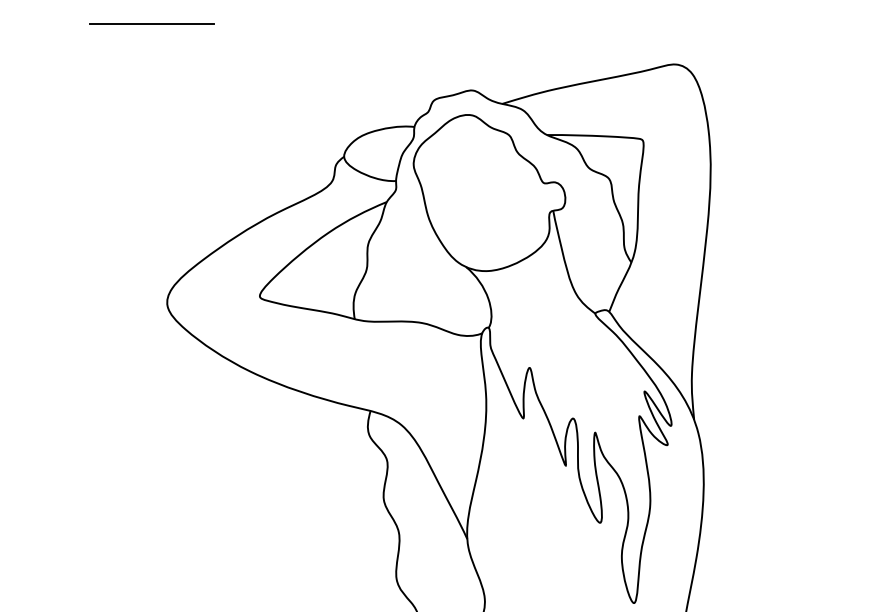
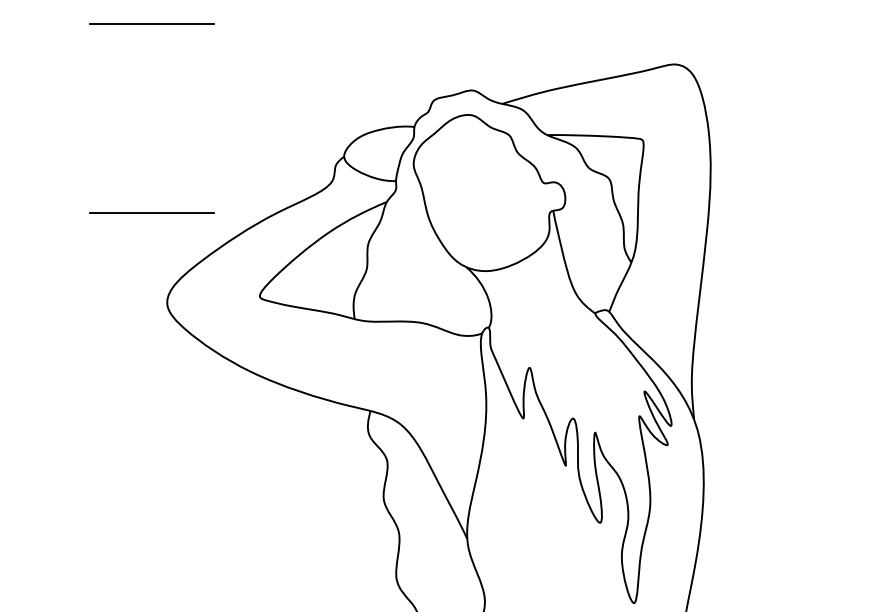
line at (151, 212): none -> present
